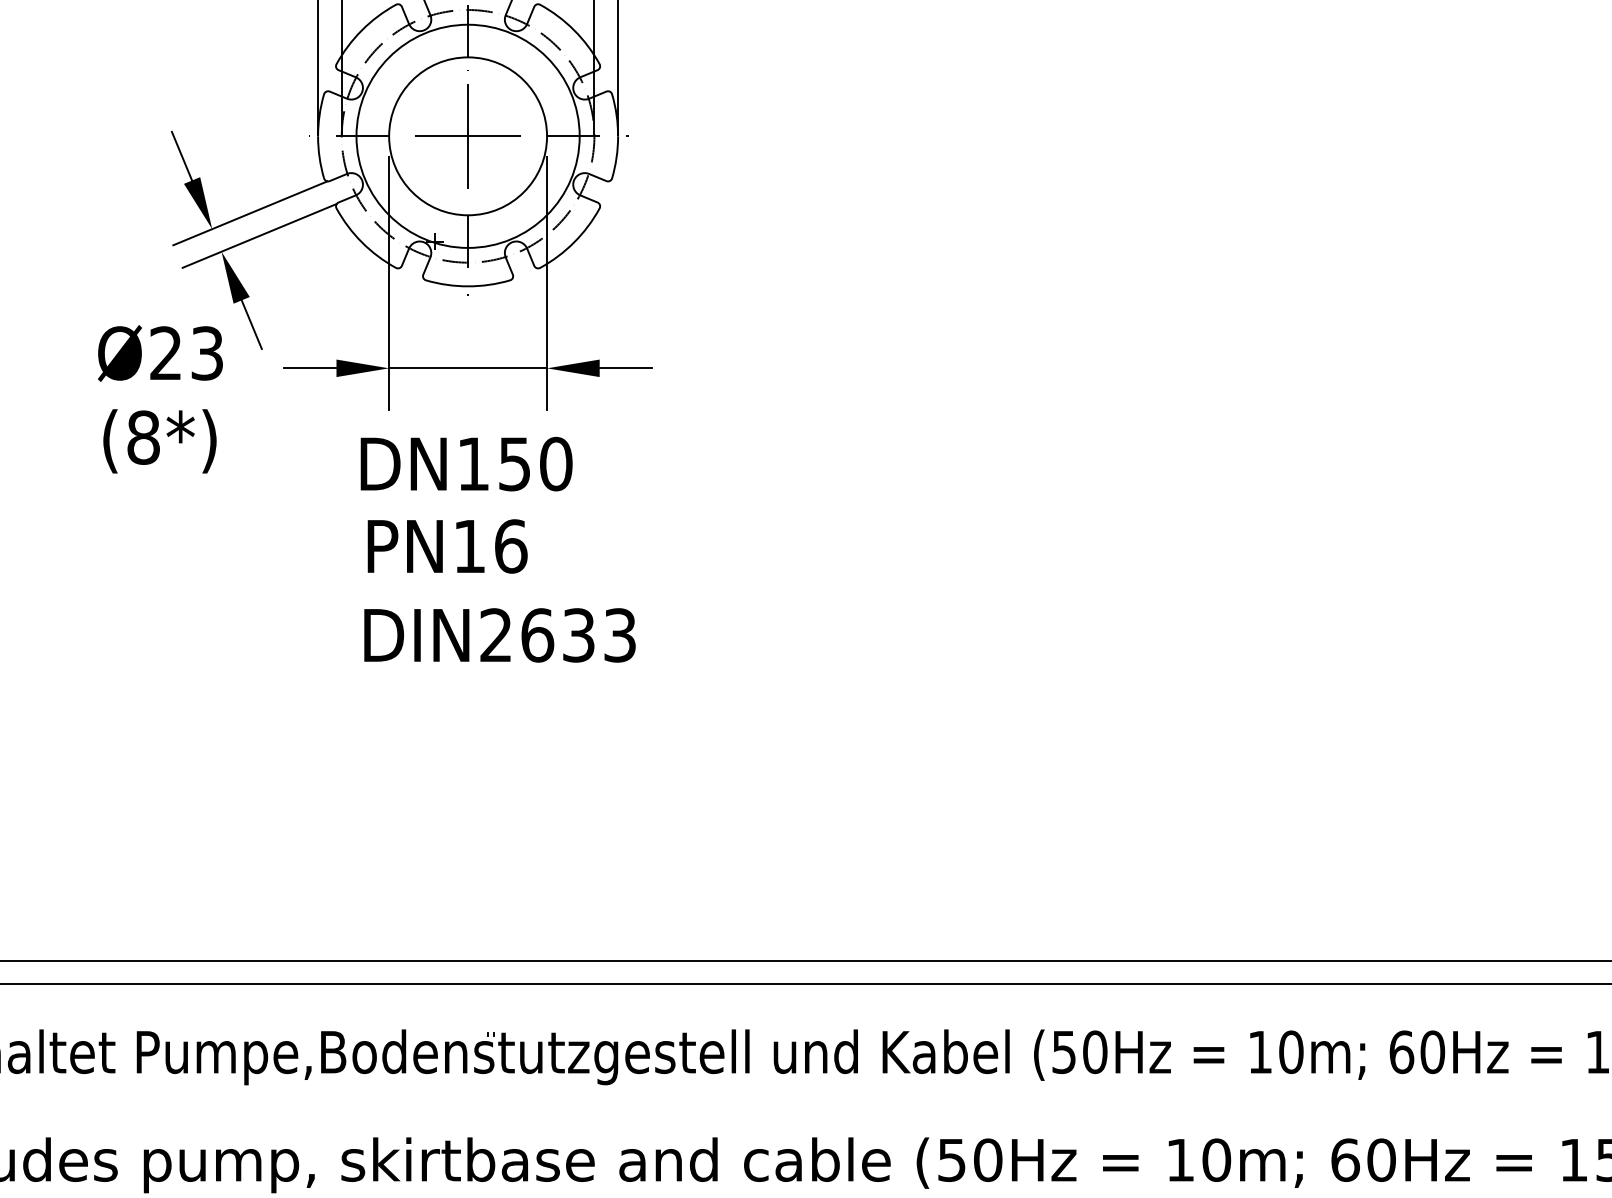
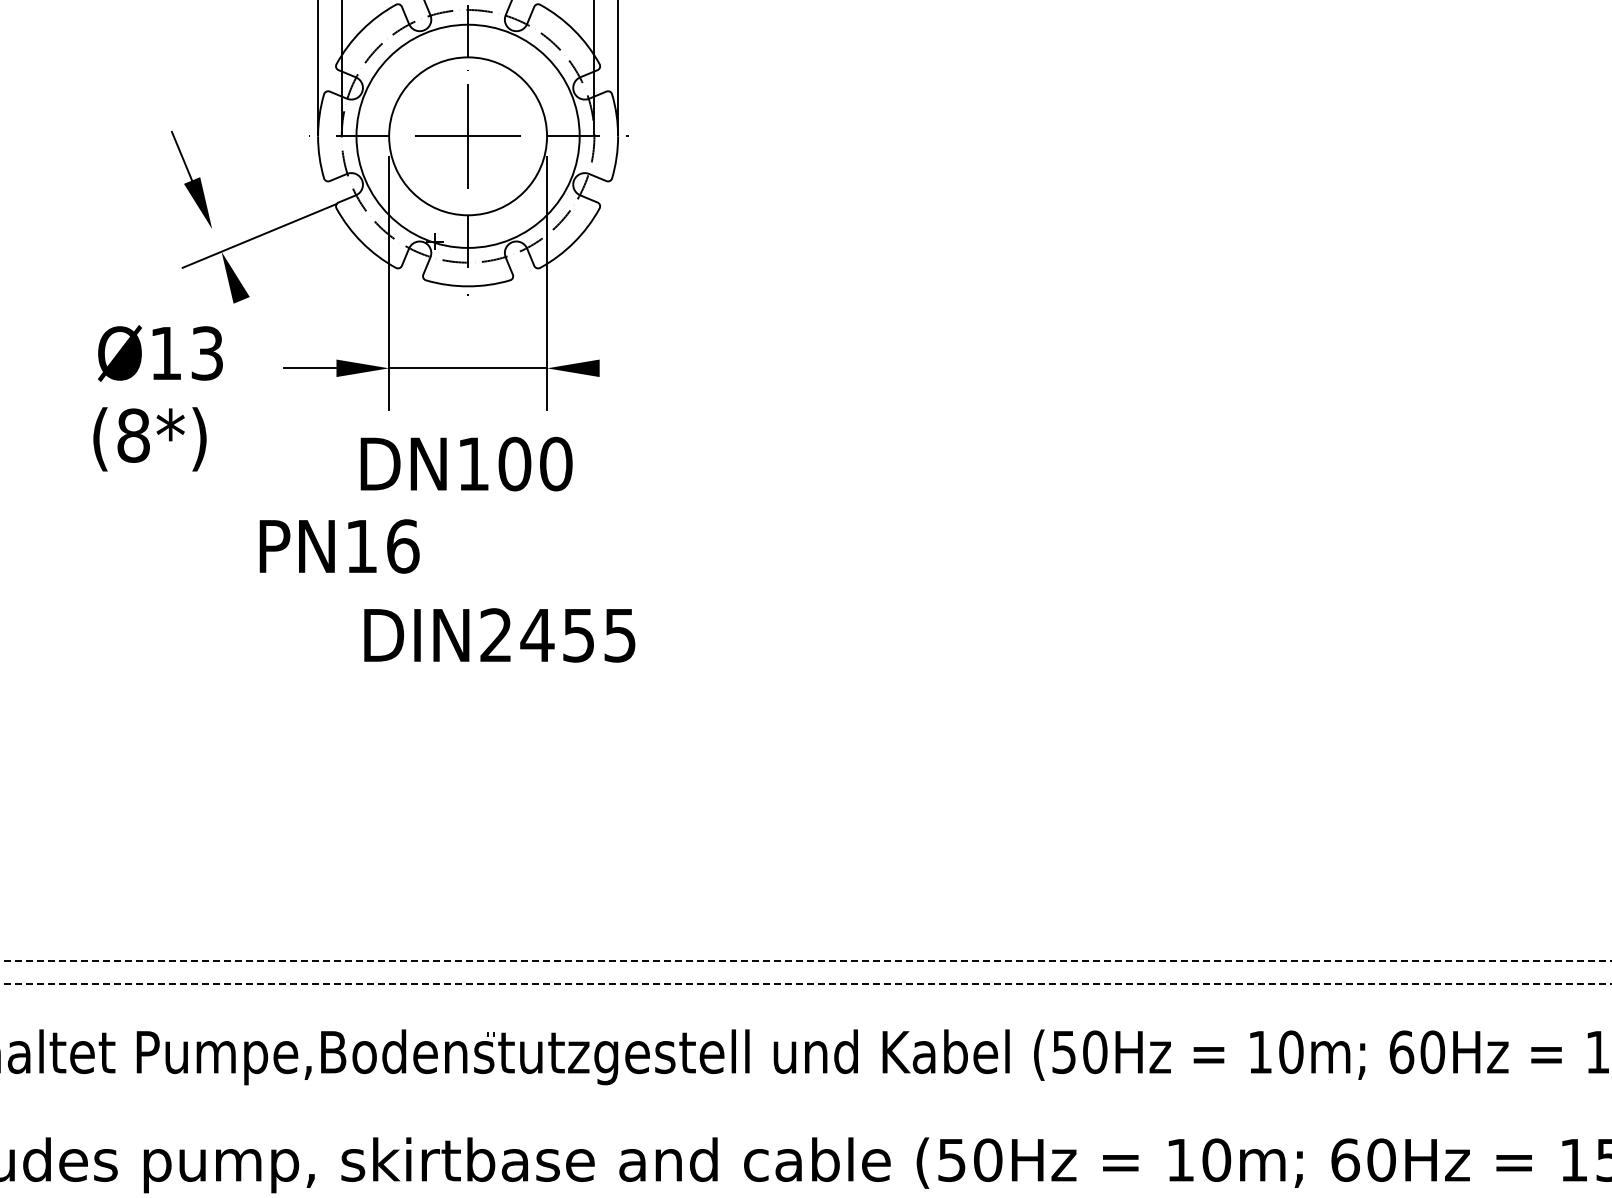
line at (250, 213): present -> none
line at (251, 324): present -> none
text at (165, 352): Ø23 -> Ø13
line at (625, 368): present -> none
text at (159, 441) position: (159, 441) -> (149, 439)
text at (514, 463): DN150 -> DN100
text at (447, 546) position: (447, 546) -> (339, 546)
text at (577, 635): DIN2633 -> DIN2455
line at (805, 961): solid -> dashed
line at (805, 984): solid -> dashed
